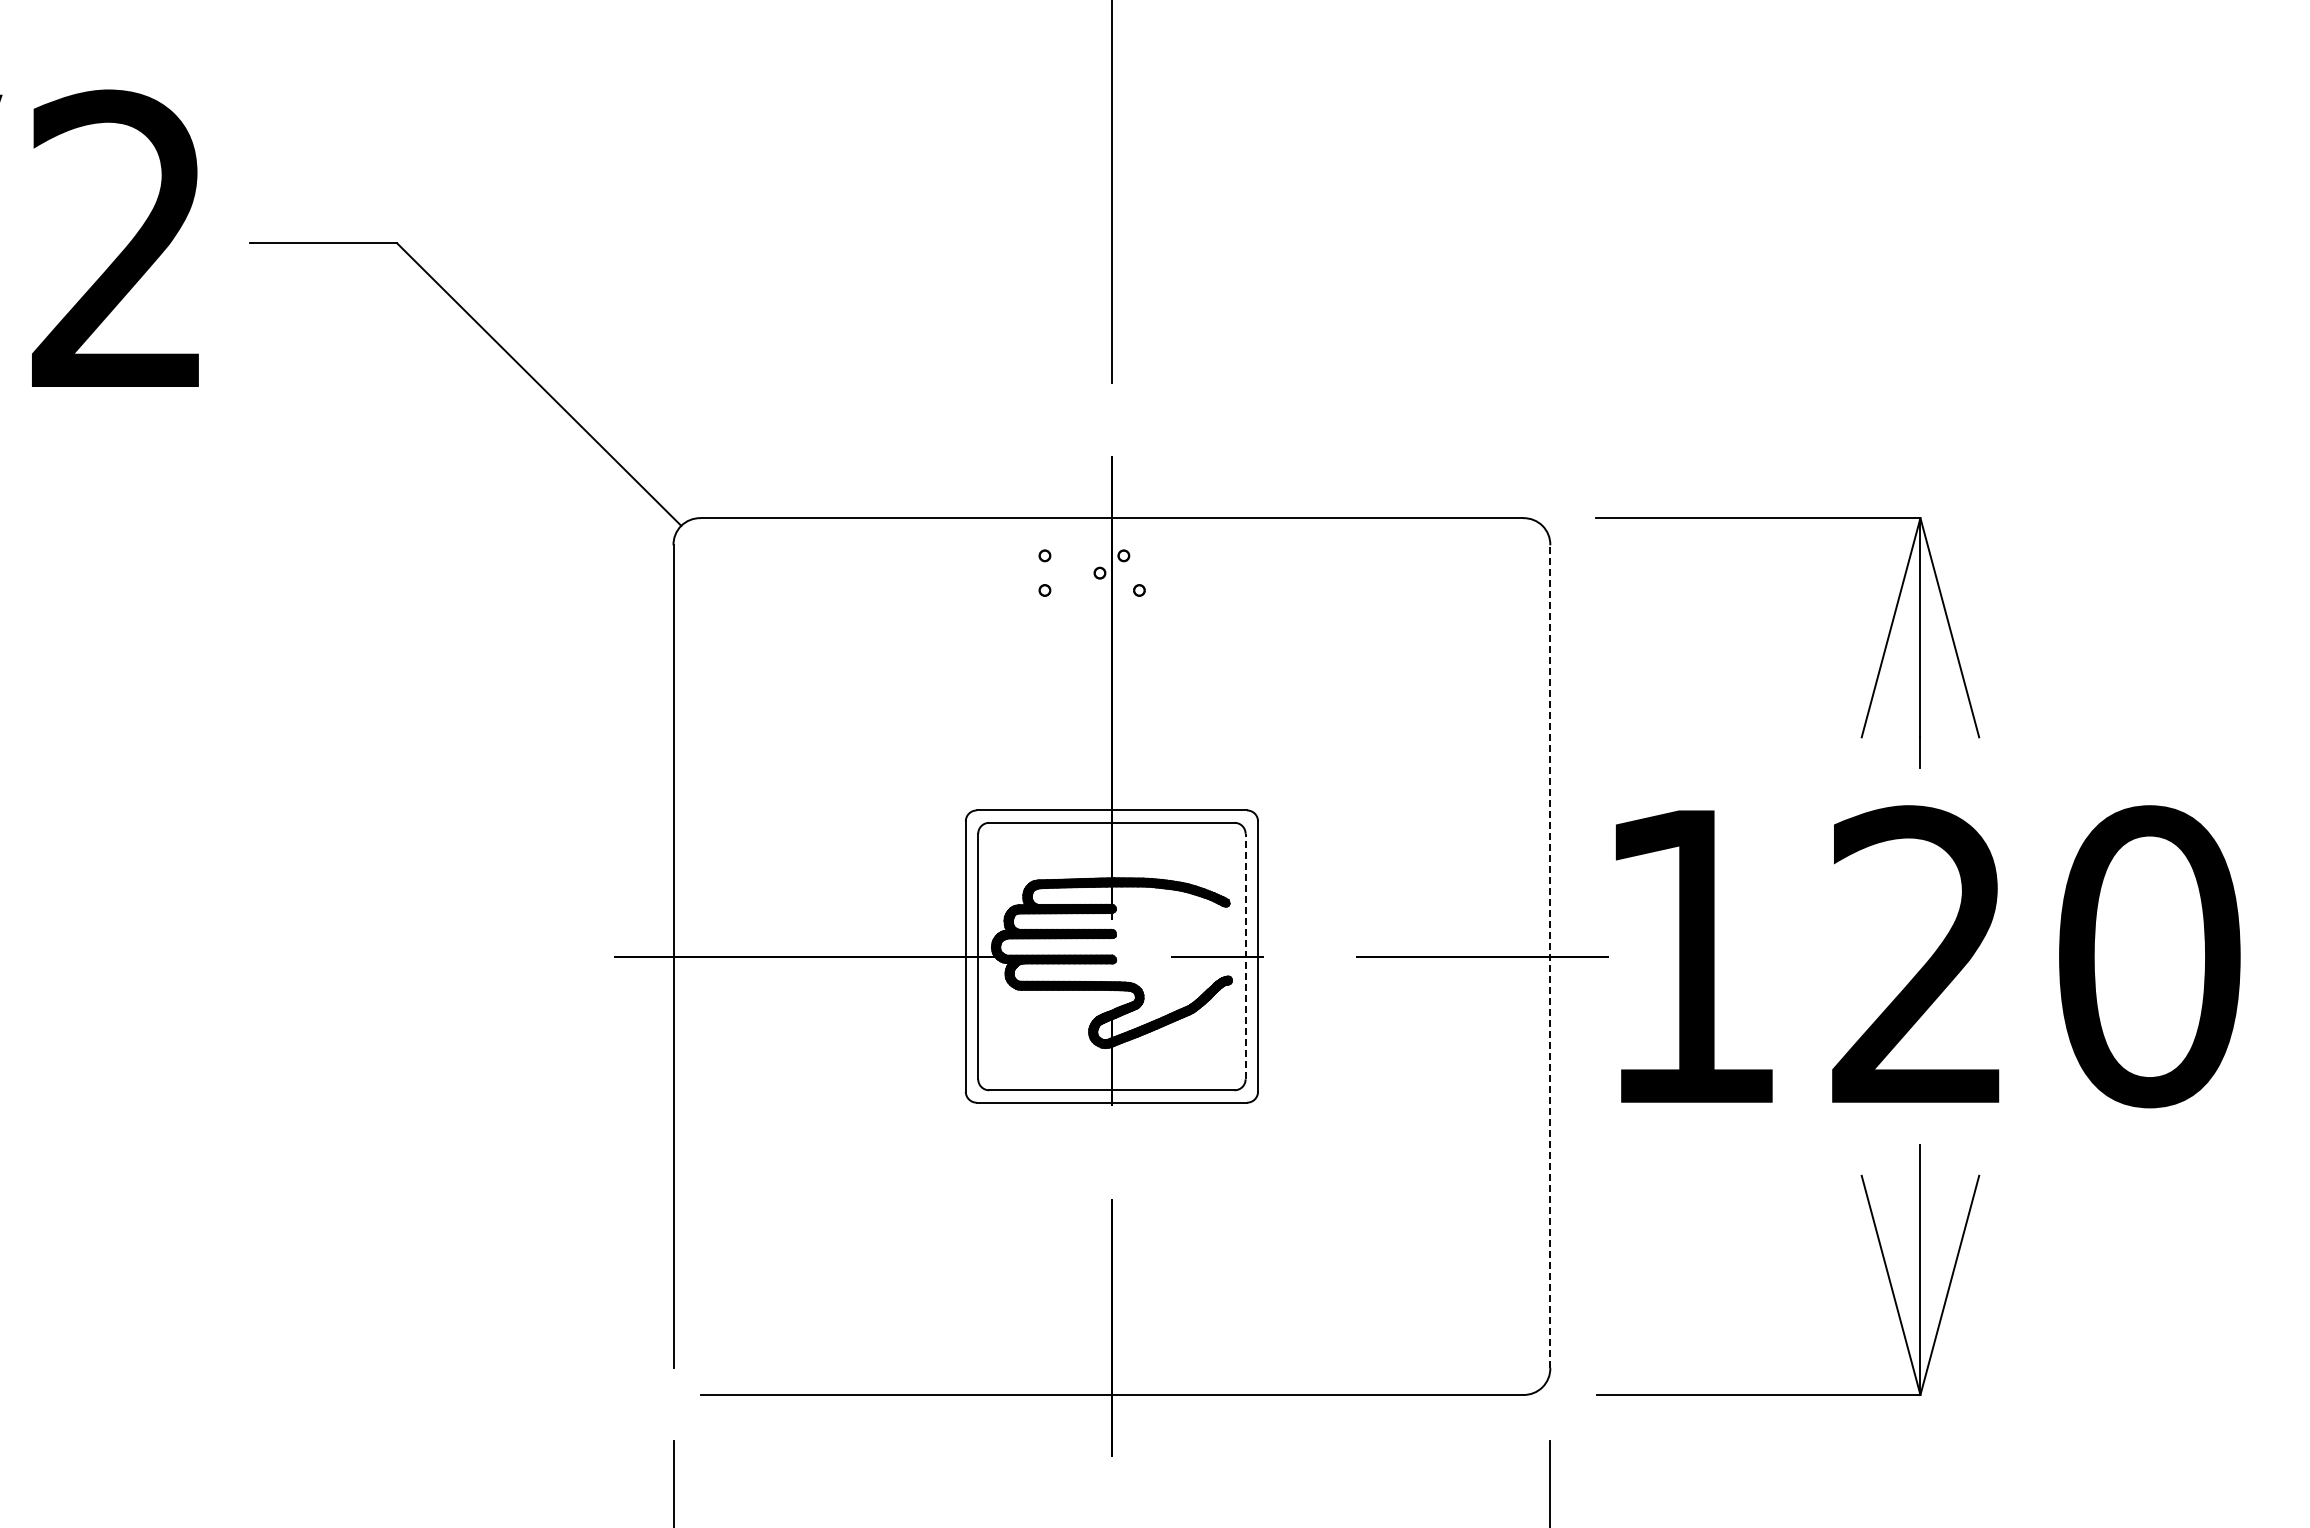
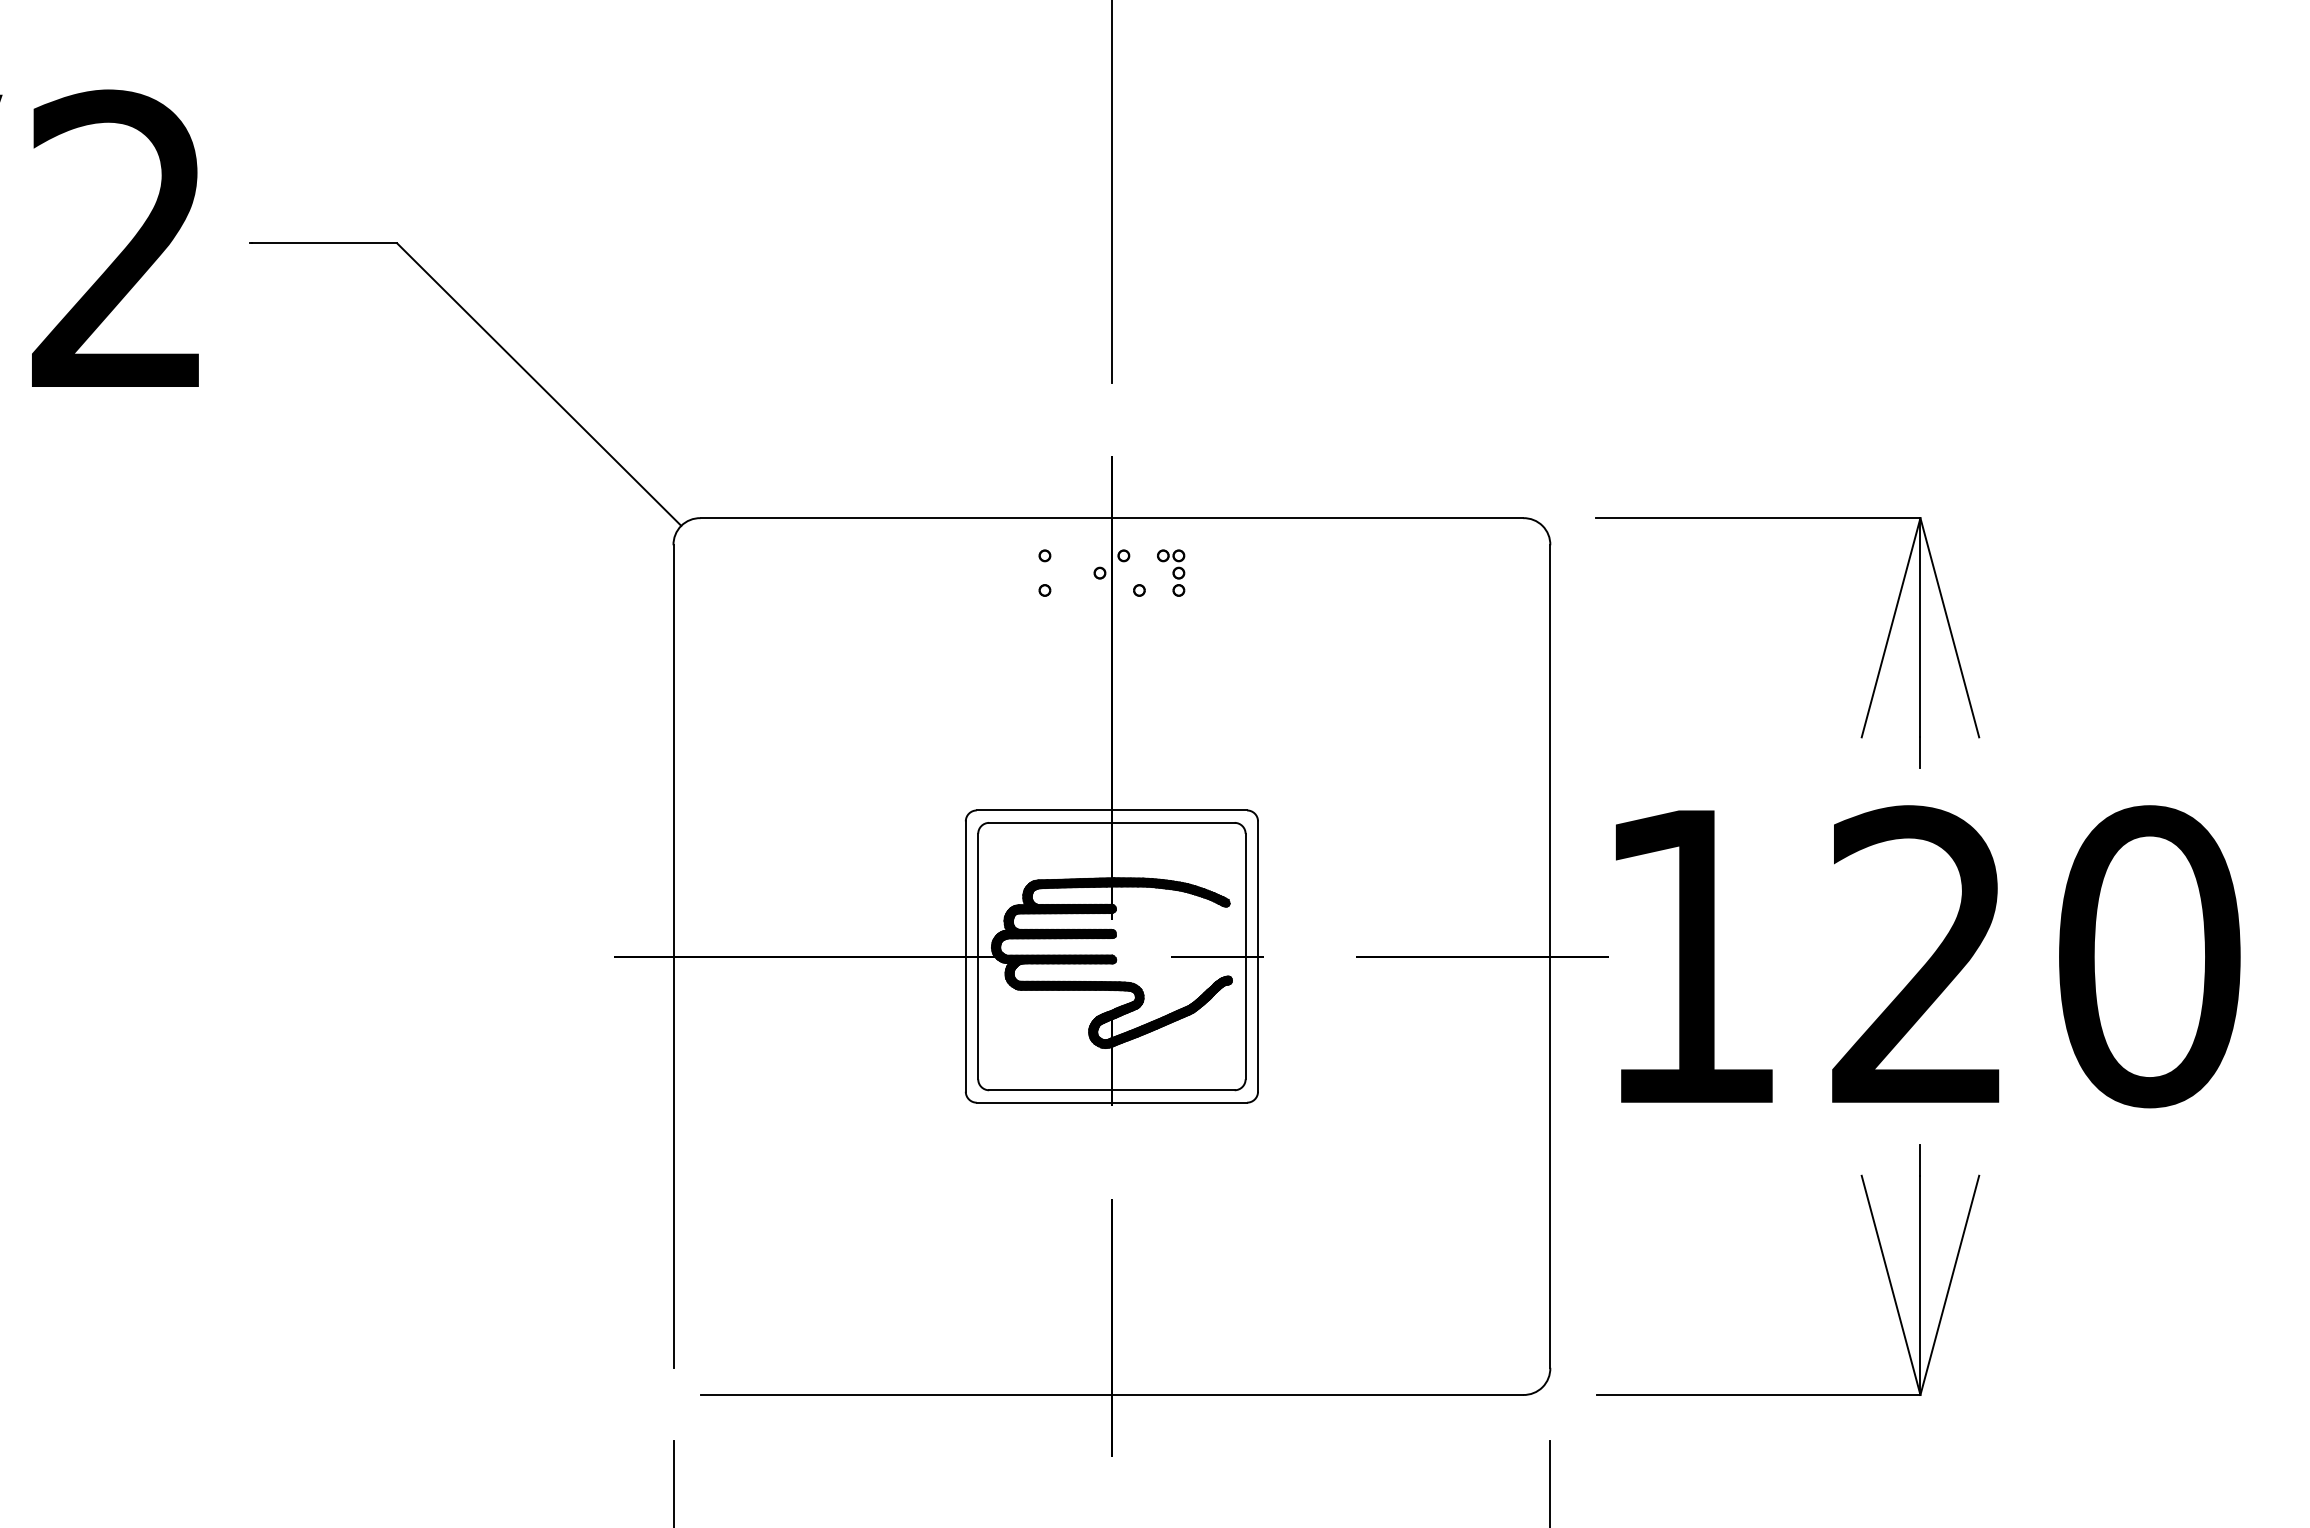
part at (1171, 572): none -> present
line at (1245, 956): dashed -> solid
line at (1550, 956): dashed -> solid
